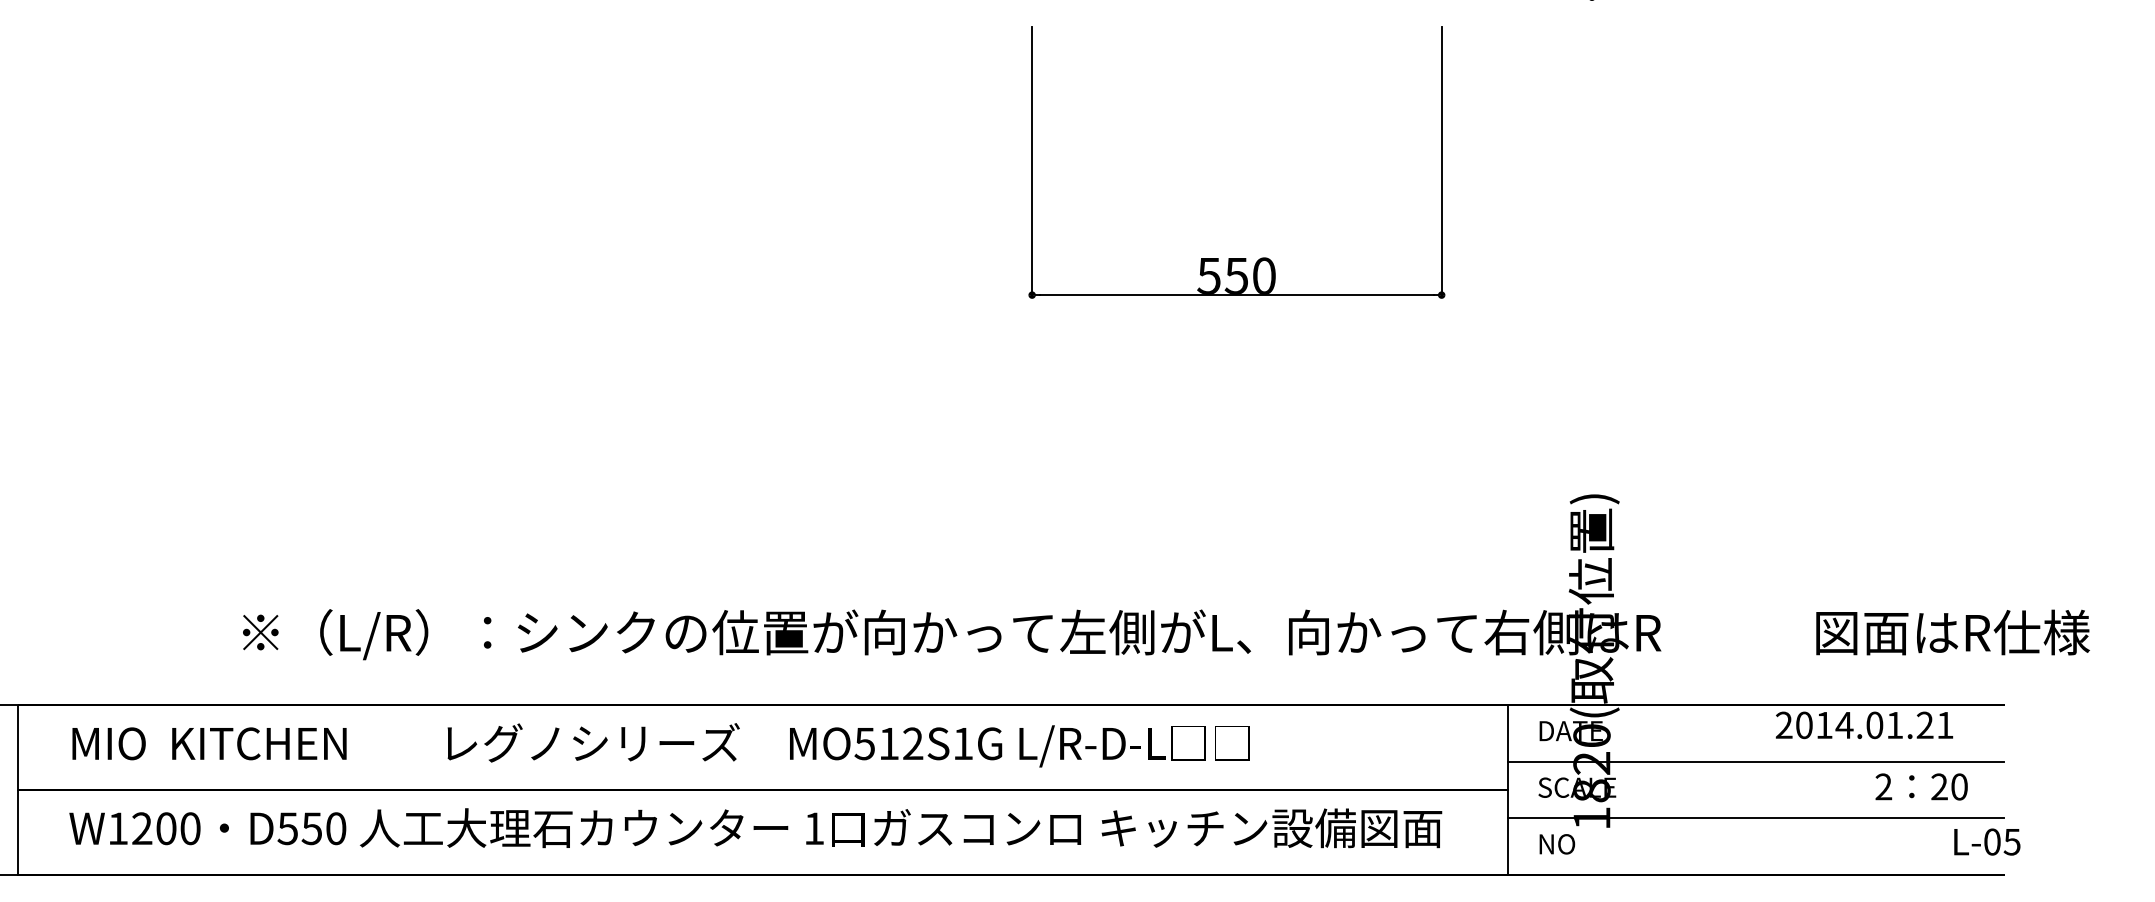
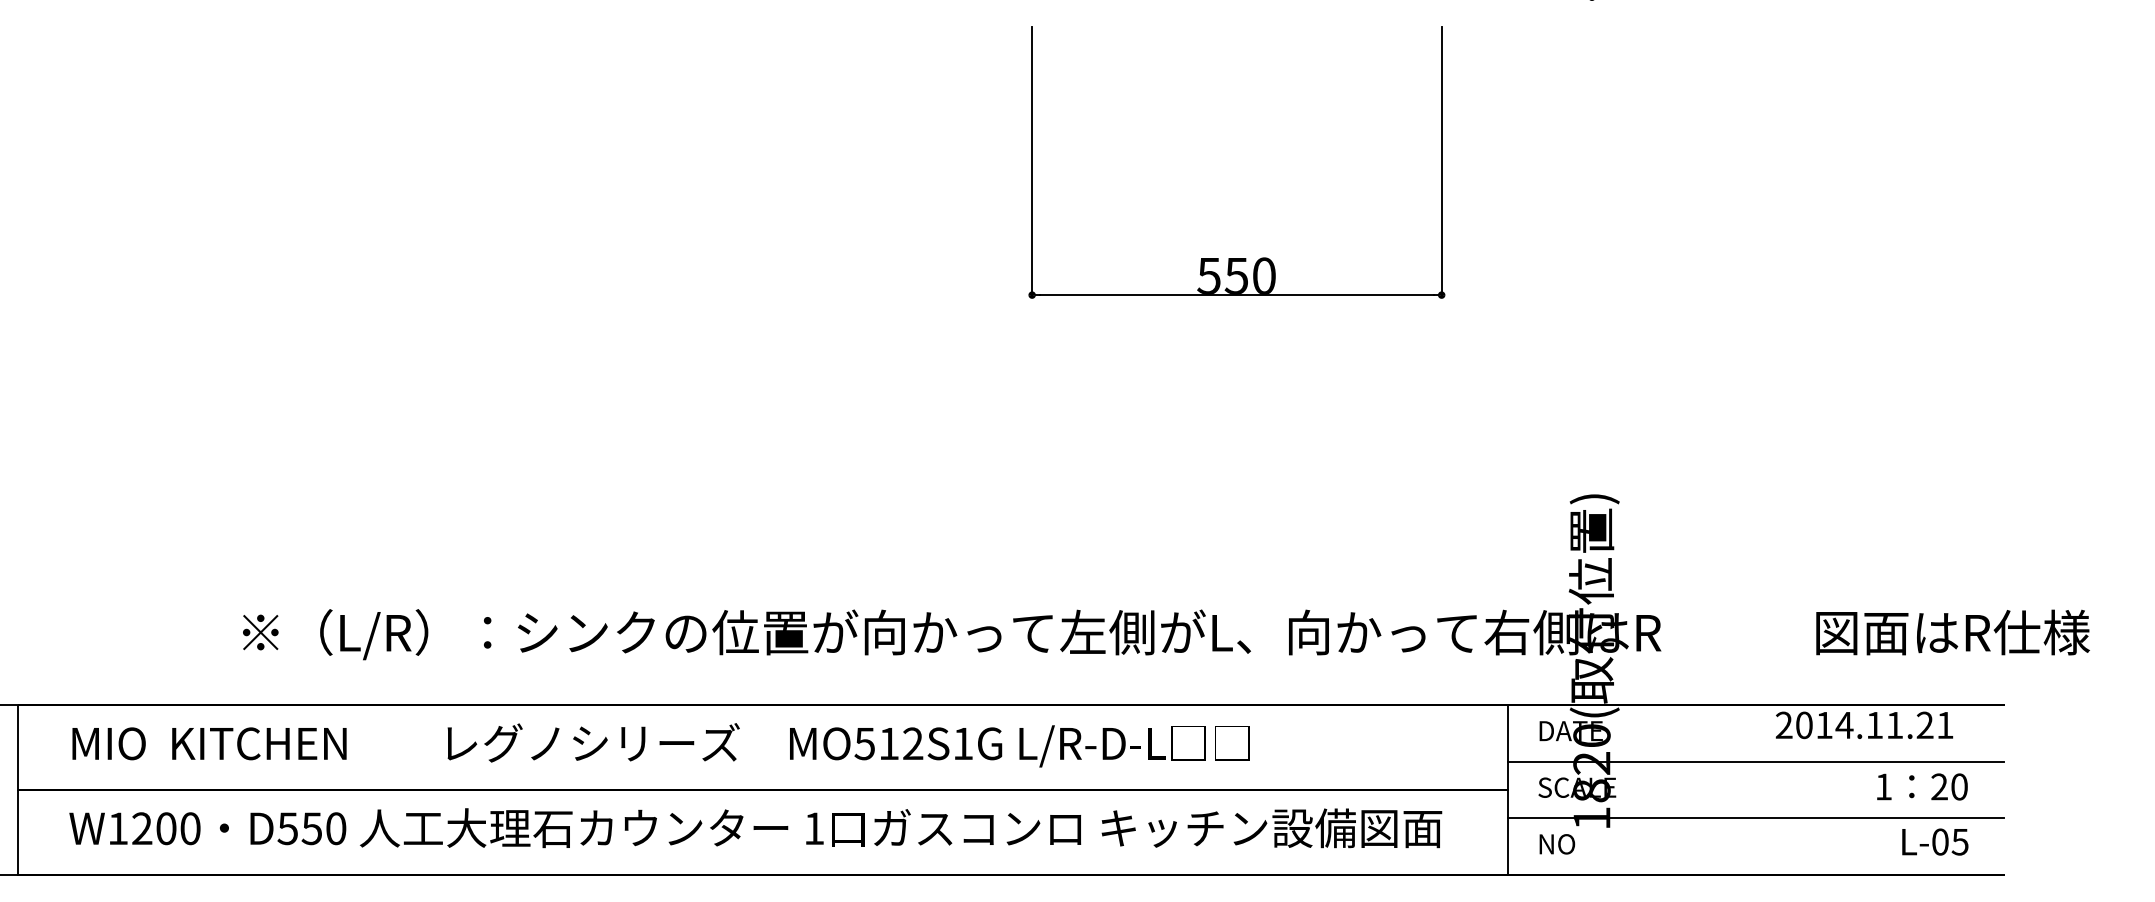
text at (1874, 725): 2014.01.21 -> 2014.11.21
text at (1883, 786): 2 -> 1
text at (1987, 841) position: (1987, 841) -> (1935, 841)
